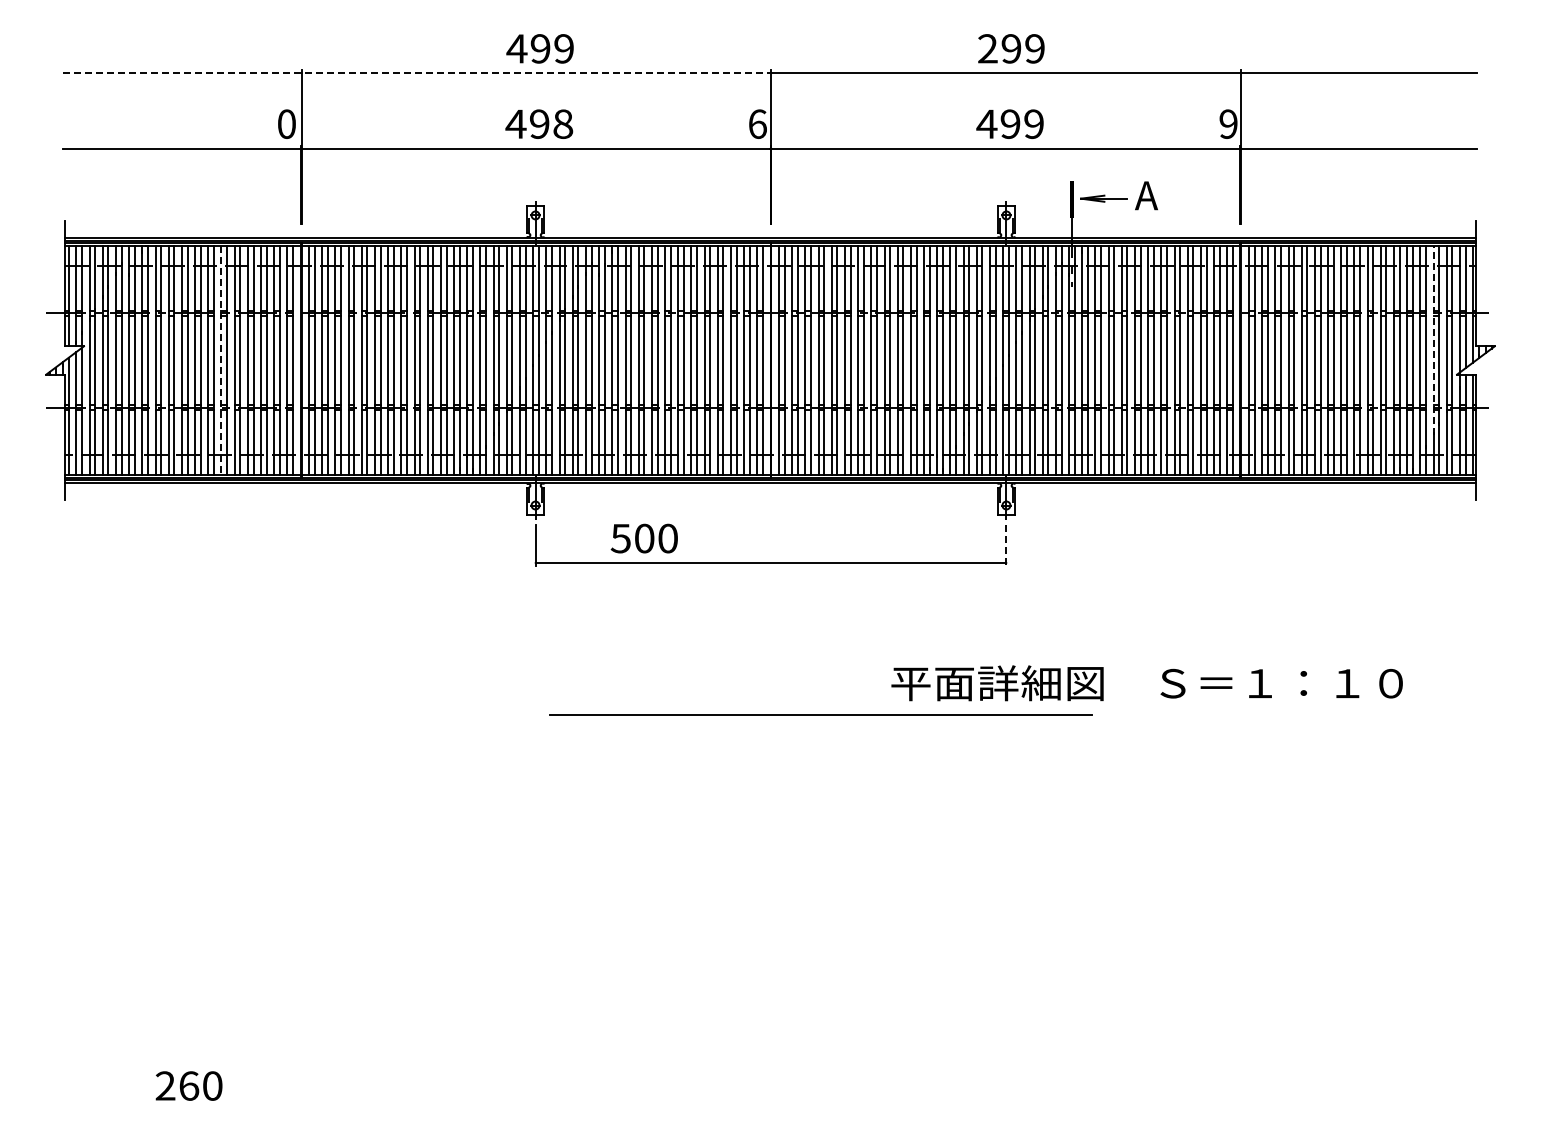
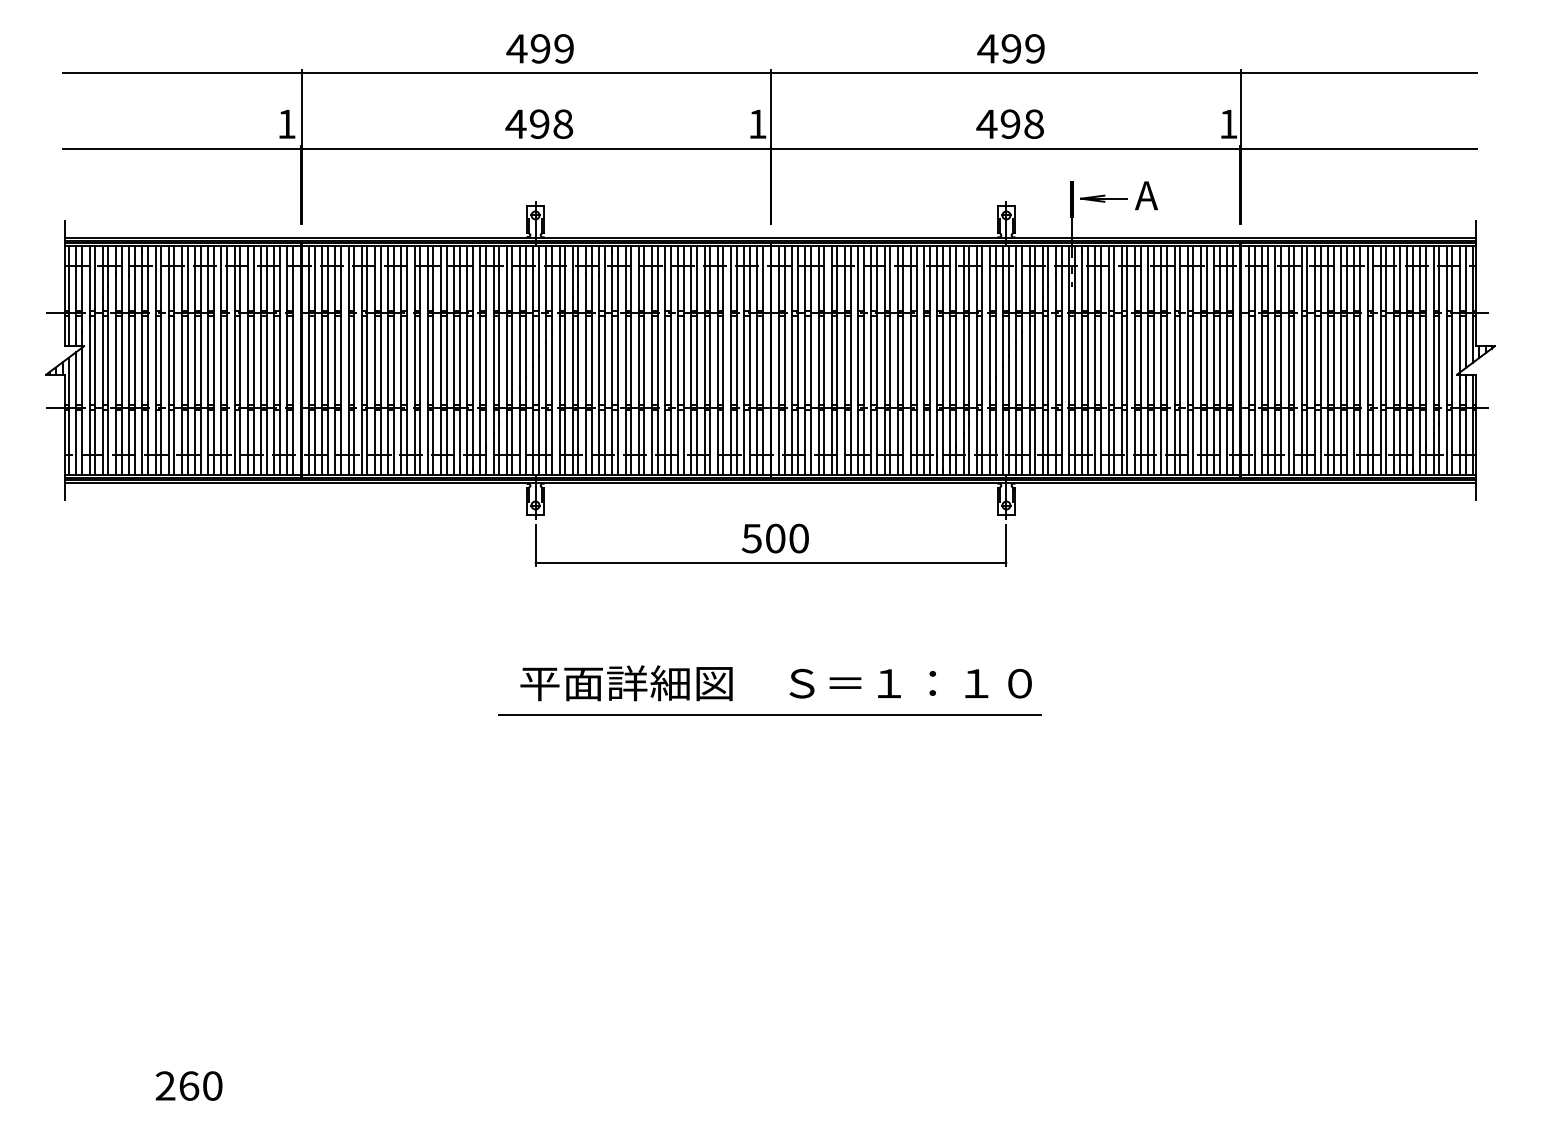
text at (987, 48): 299 -> 499
line at (417, 73): dashed -> solid
text at (286, 123): 0 -> 1
text at (757, 123): 6 -> 1
text at (1033, 123): 499 -> 498
text at (1228, 123): 9 -> 1
line at (1433, 340): dashed -> solid
line at (221, 360): dashed -> solid
text at (643, 538) position: (643, 538) -> (774, 538)
line at (1006, 545): dashed -> solid
text at (1146, 683) position: (1146, 683) -> (775, 683)
line at (820, 714) position: (820, 714) -> (769, 714)
